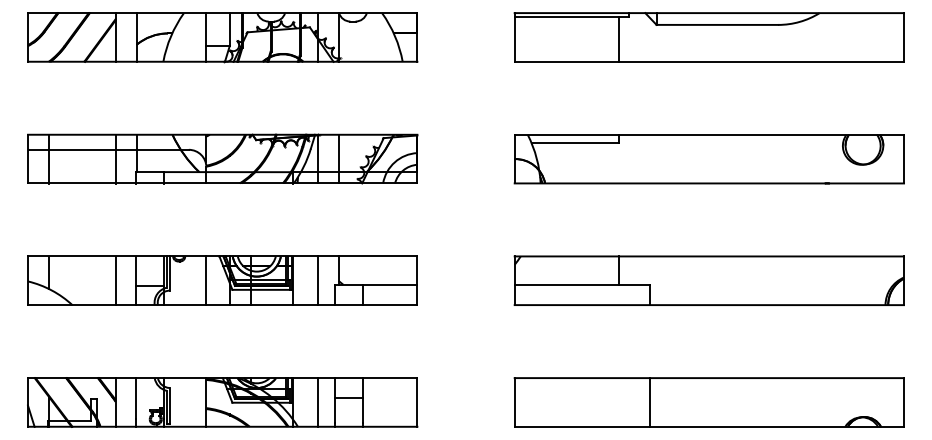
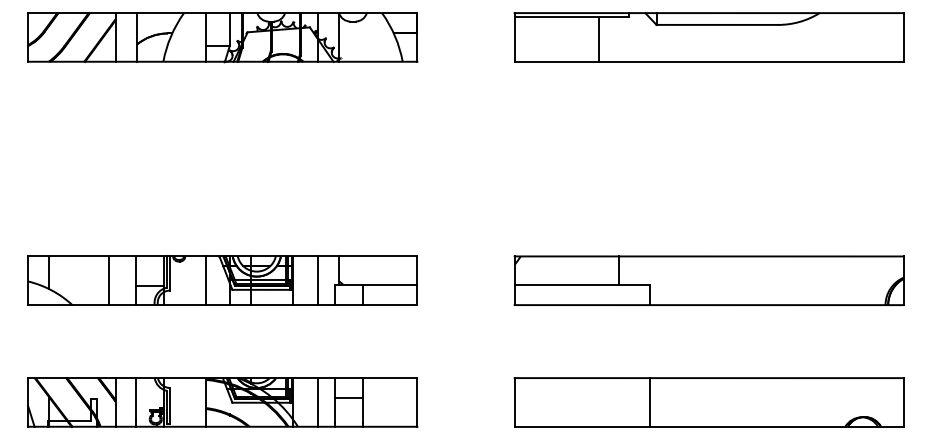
line at (619, 39) position: (619, 39) -> (599, 39)
part at (222, 158): present -> none
part at (708, 159): present -> none
line at (115, 280) position: (115, 280) -> (108, 280)
